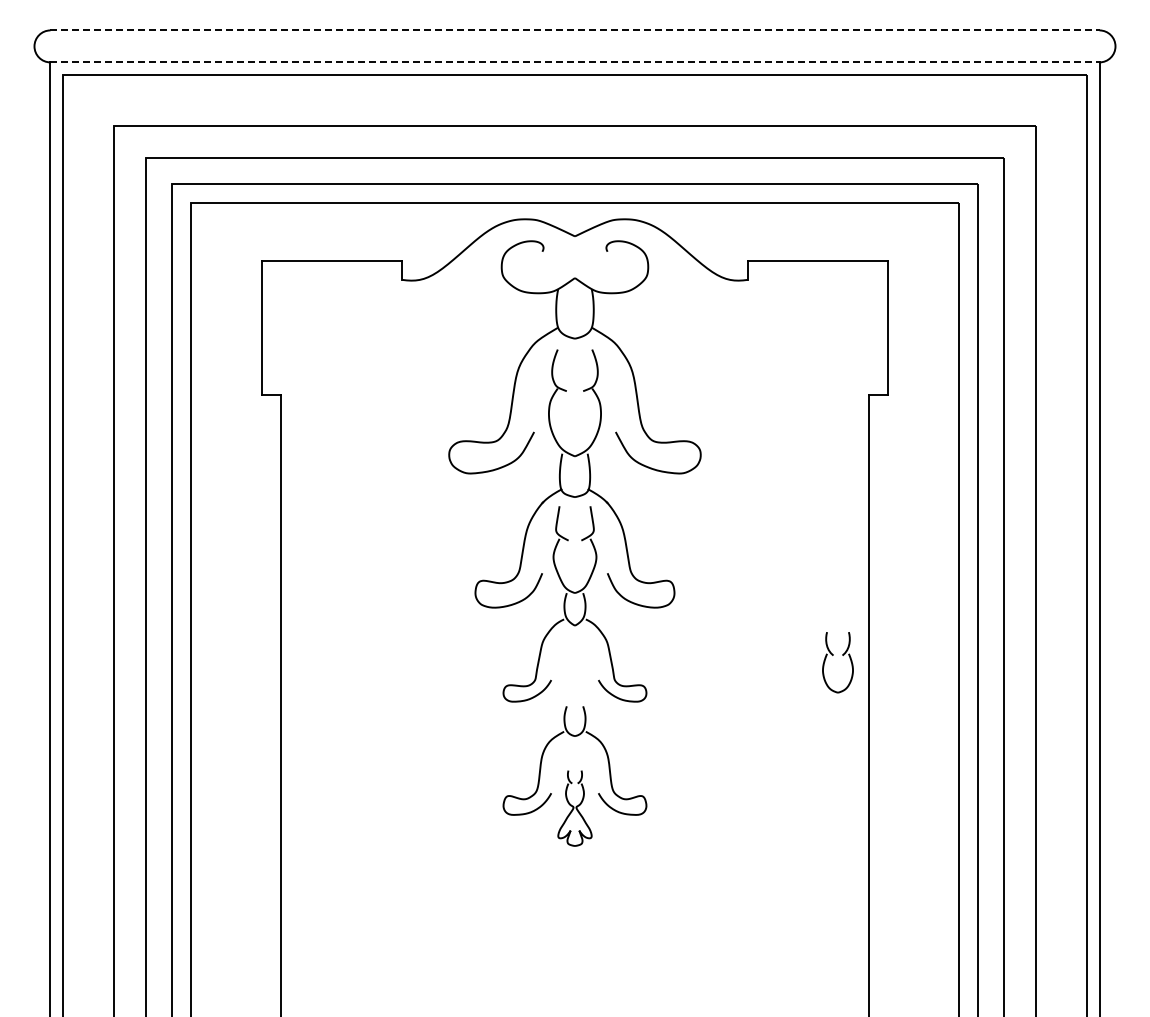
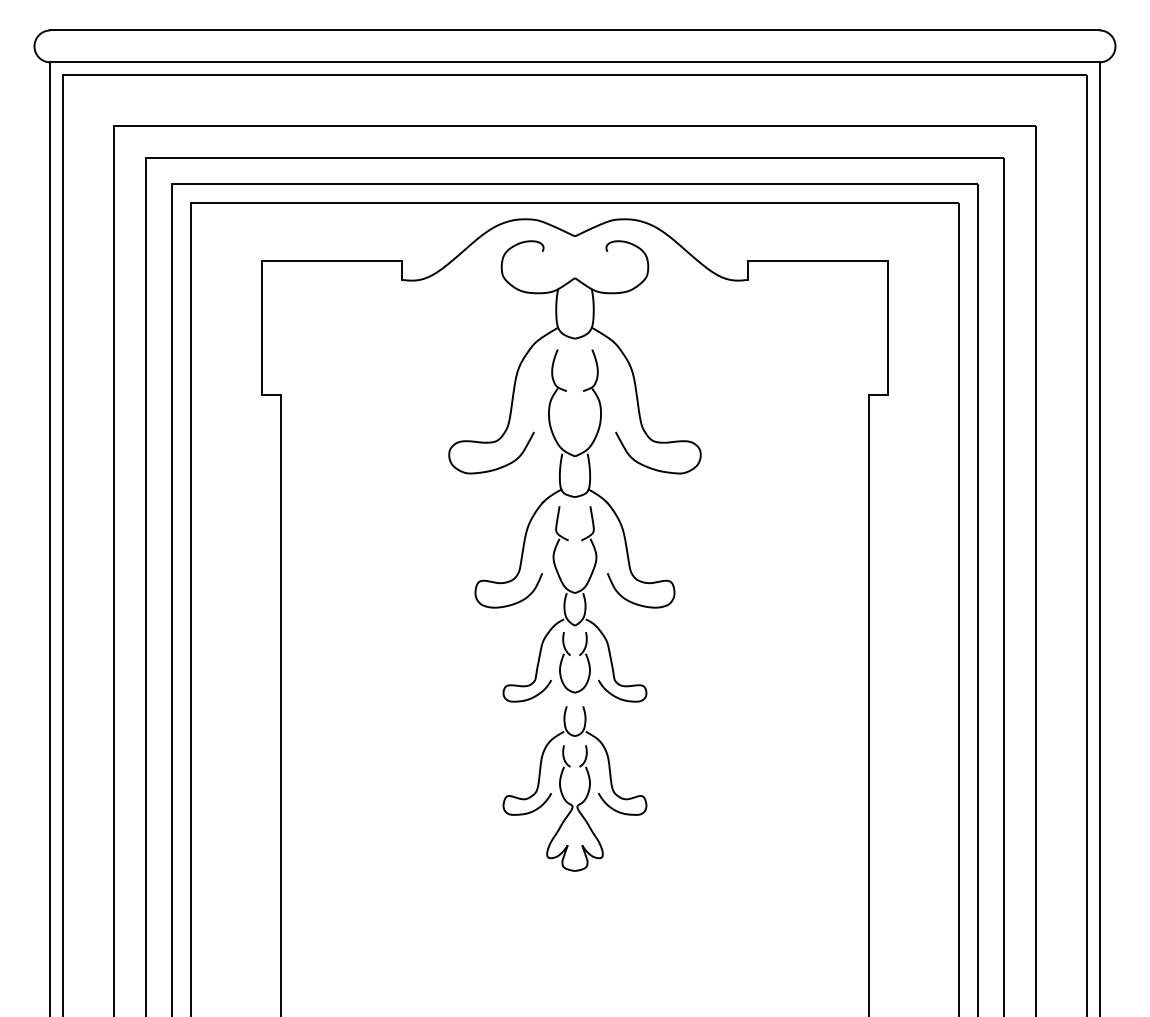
line at (574, 30): dashed -> solid
line at (574, 62): dashed -> solid
part at (833, 655) position: (833, 655) -> (570, 655)
part at (574, 808) size: 36x77 px -> 58x127 px
